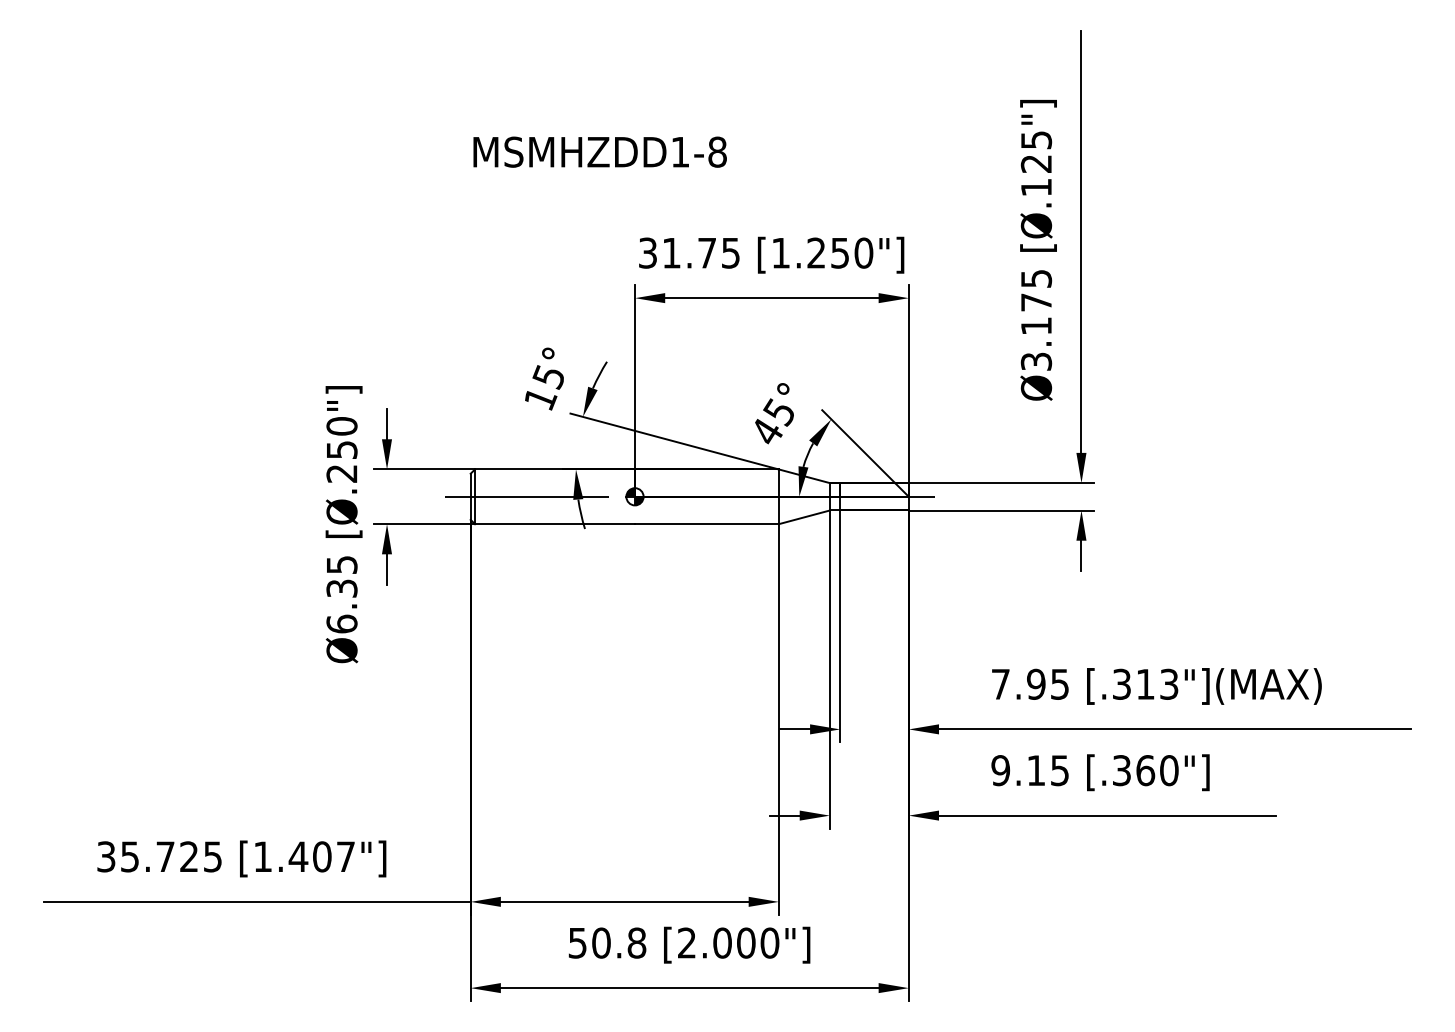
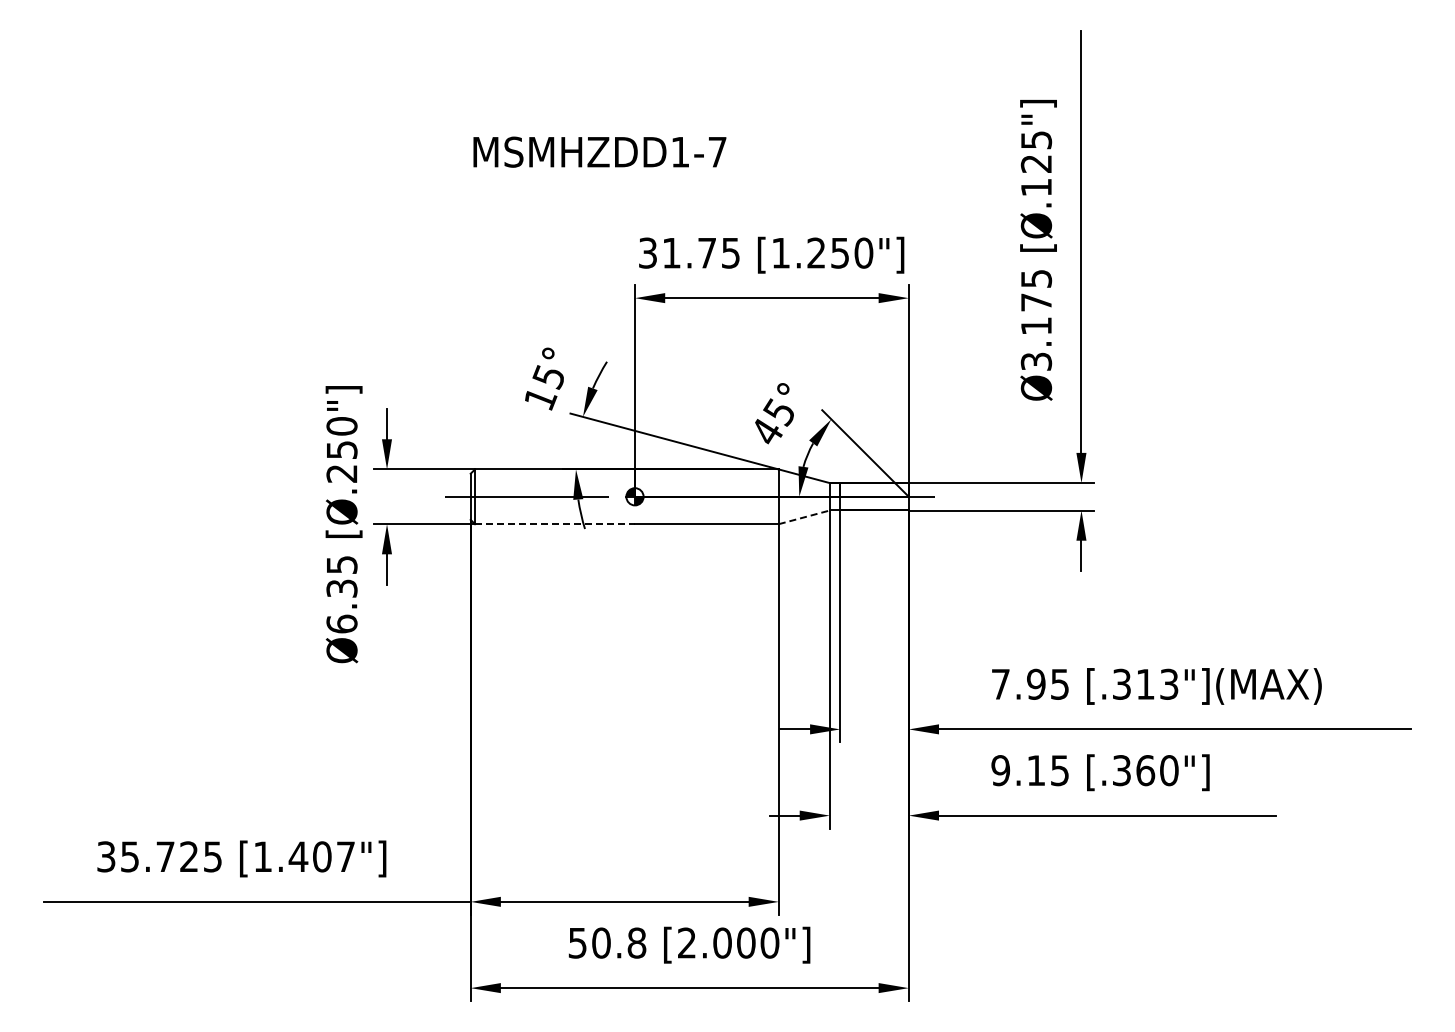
text at (717, 151): MSMHZDD1-8 -> MSMHZDD1-7
line at (804, 517): solid -> dashed
line at (555, 524): solid -> dashed
